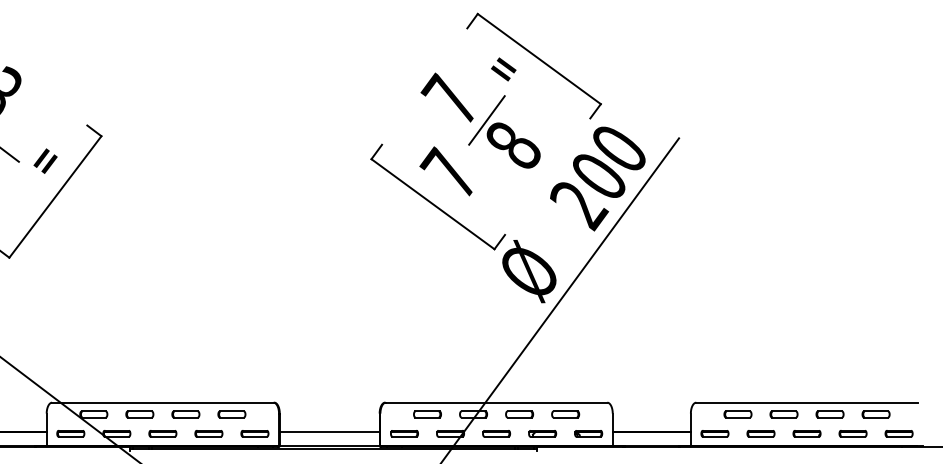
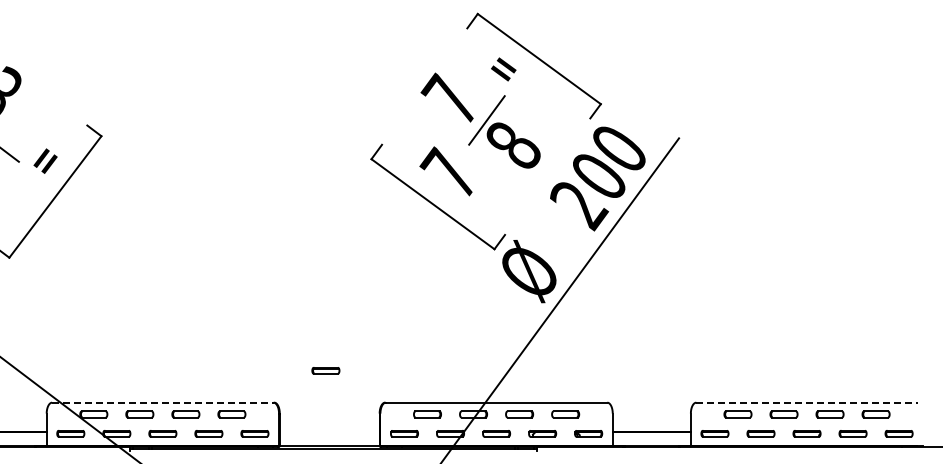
part at (325, 370): none -> present
line at (162, 402): solid -> dashed
line at (807, 402): solid -> dashed
line at (329, 431): present -> none
